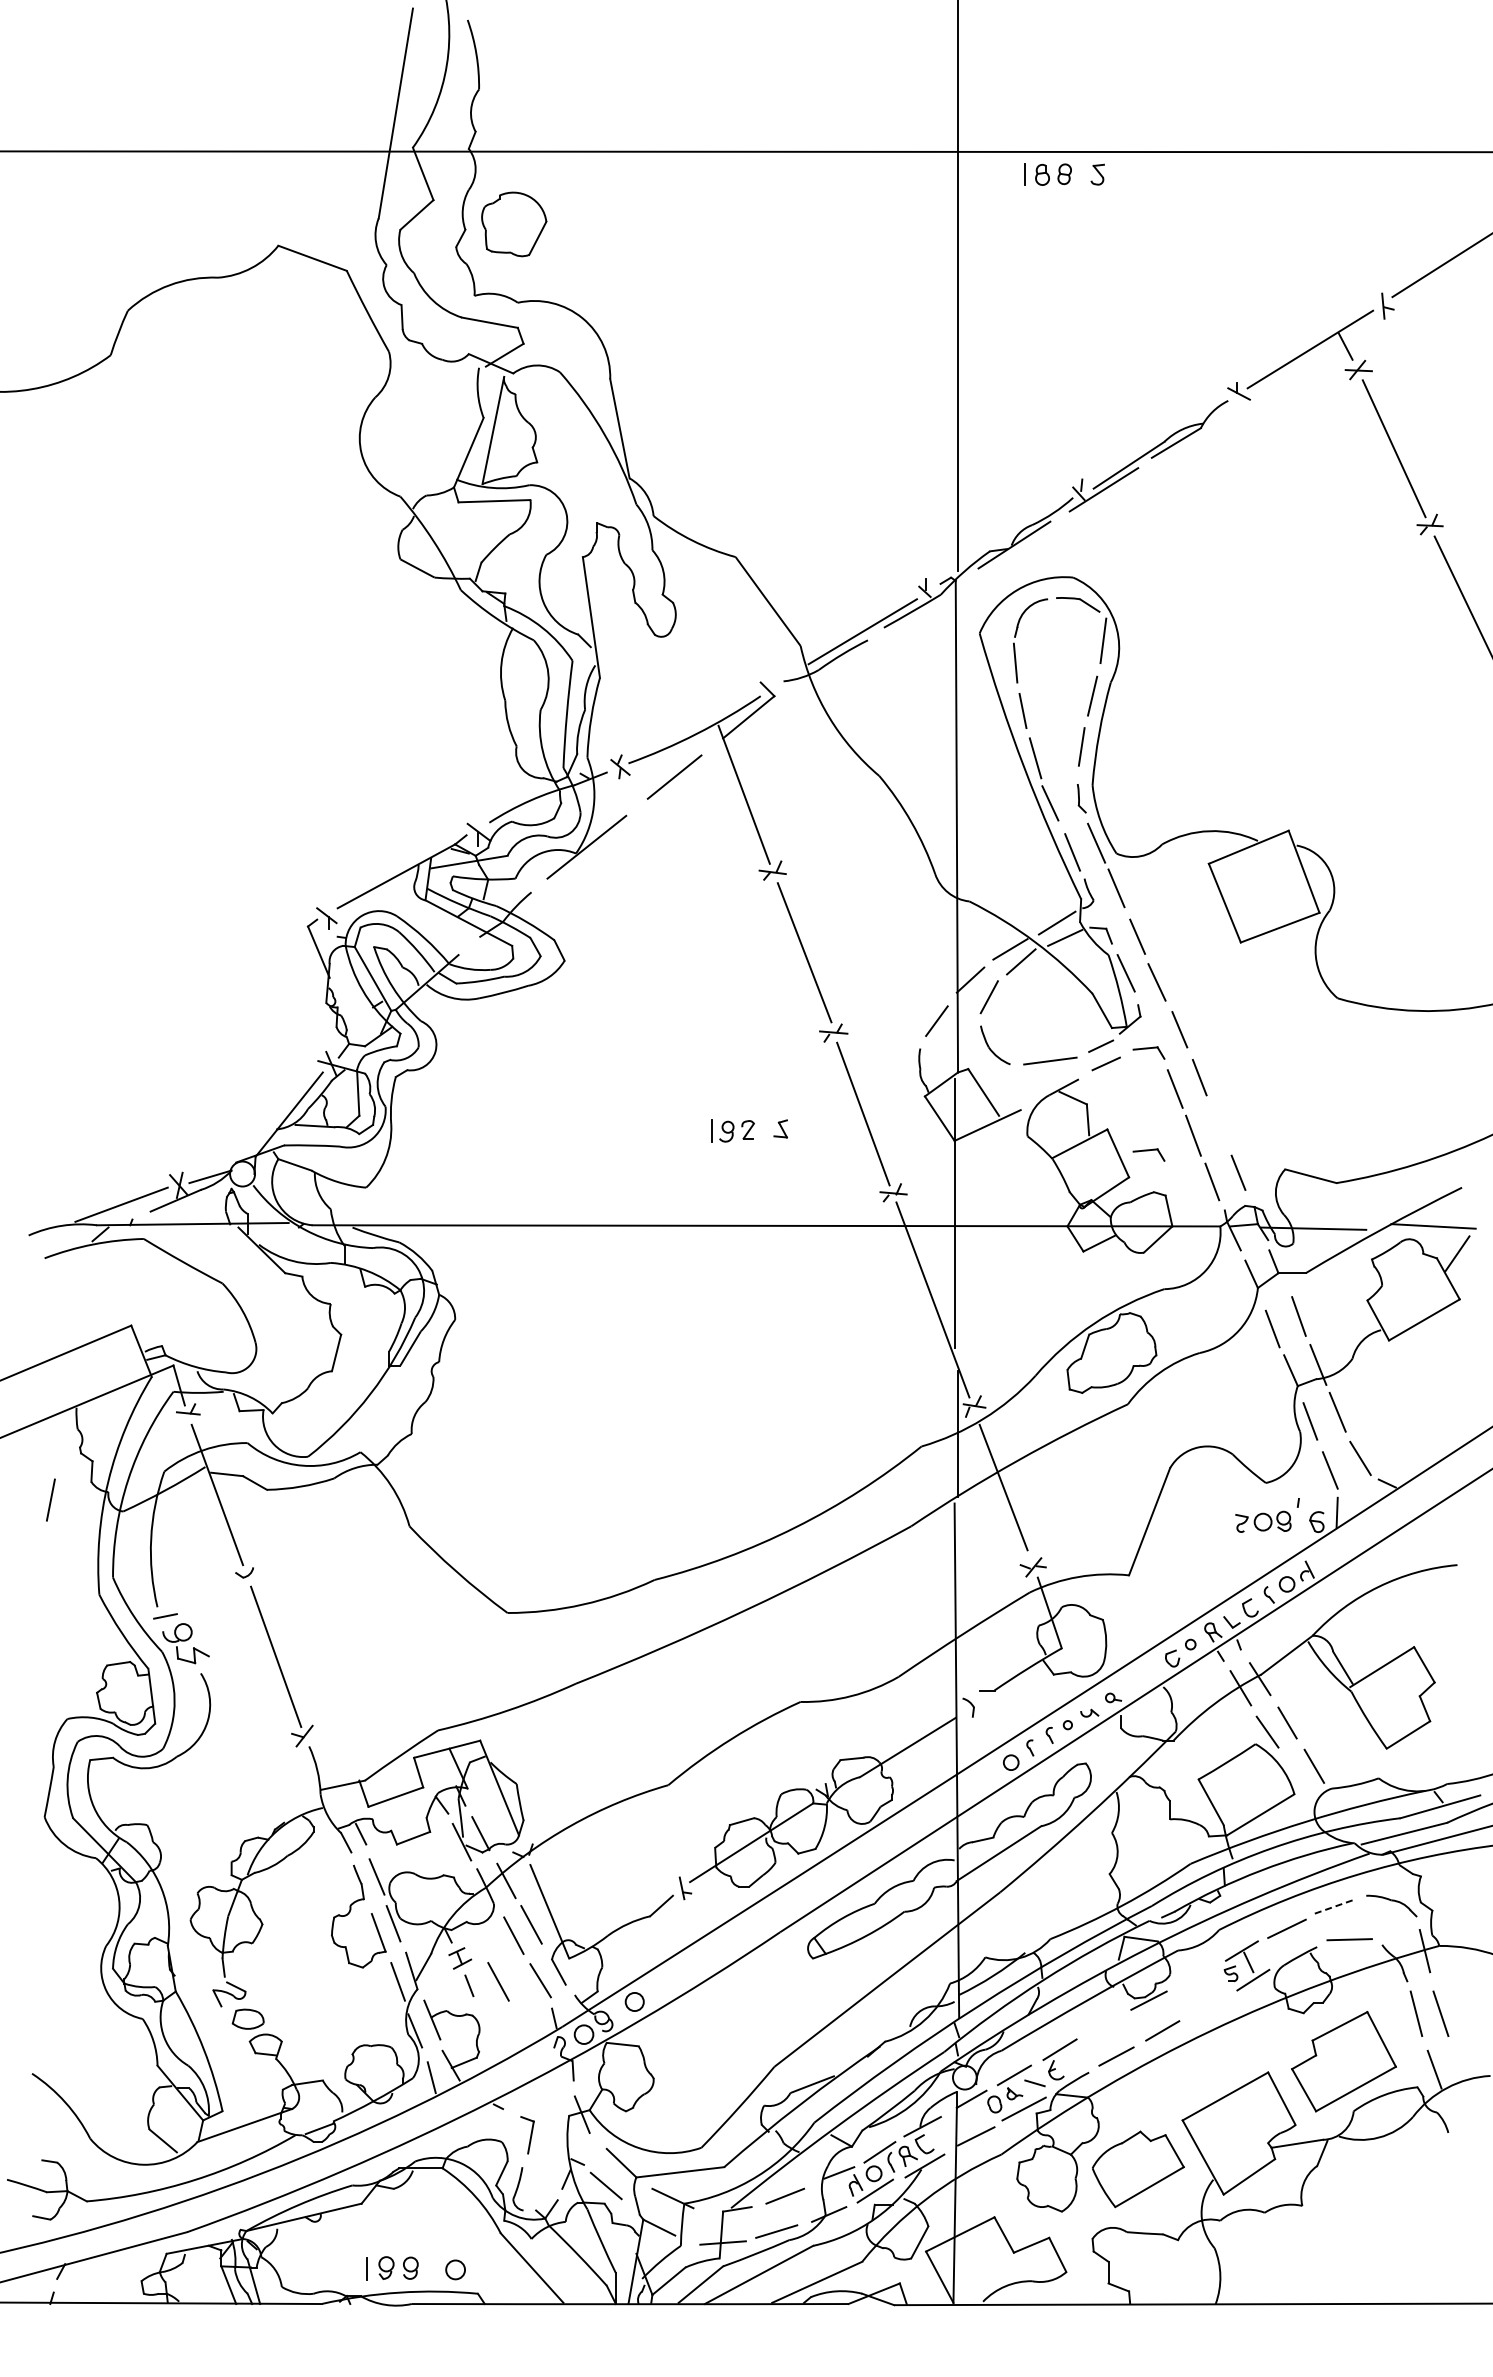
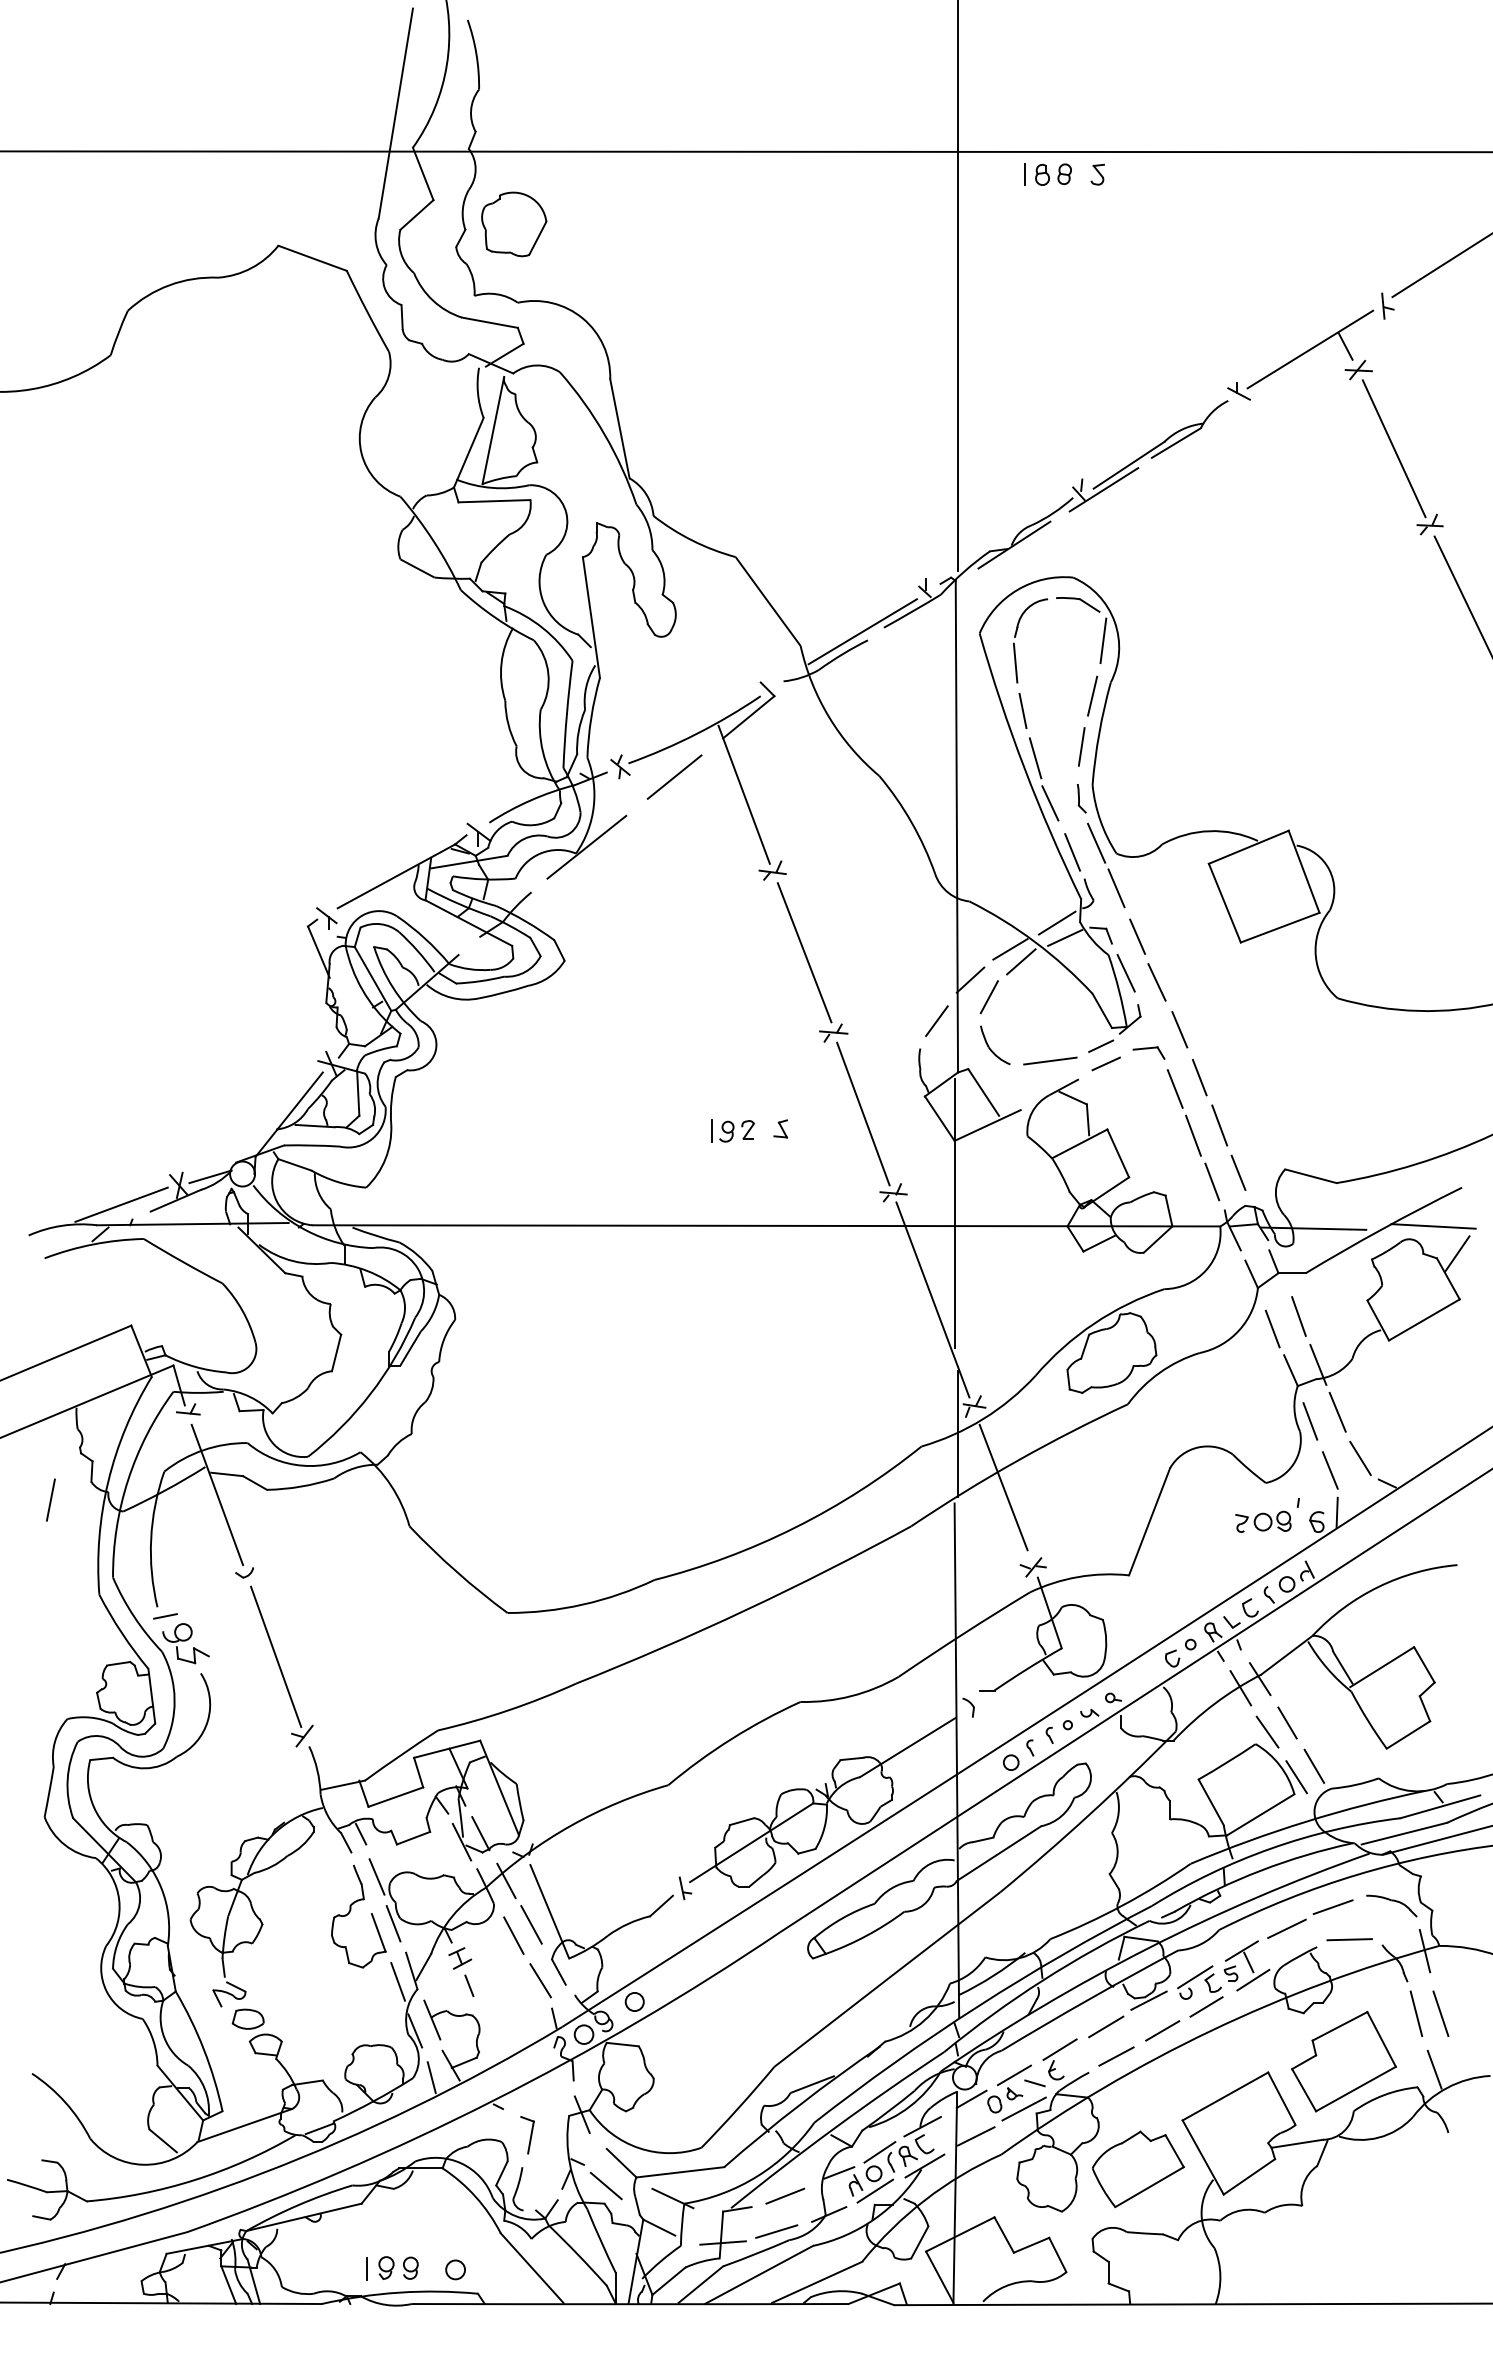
line at (1219, 1125): none -> present
part at (1148, 1154): present -> none
line at (1296, 1777): none -> present
line at (1333, 1907): dashed -> solid
line at (498, 1981): present -> none
part at (1192, 1991): none -> present
line at (1106, 2026): none -> present
